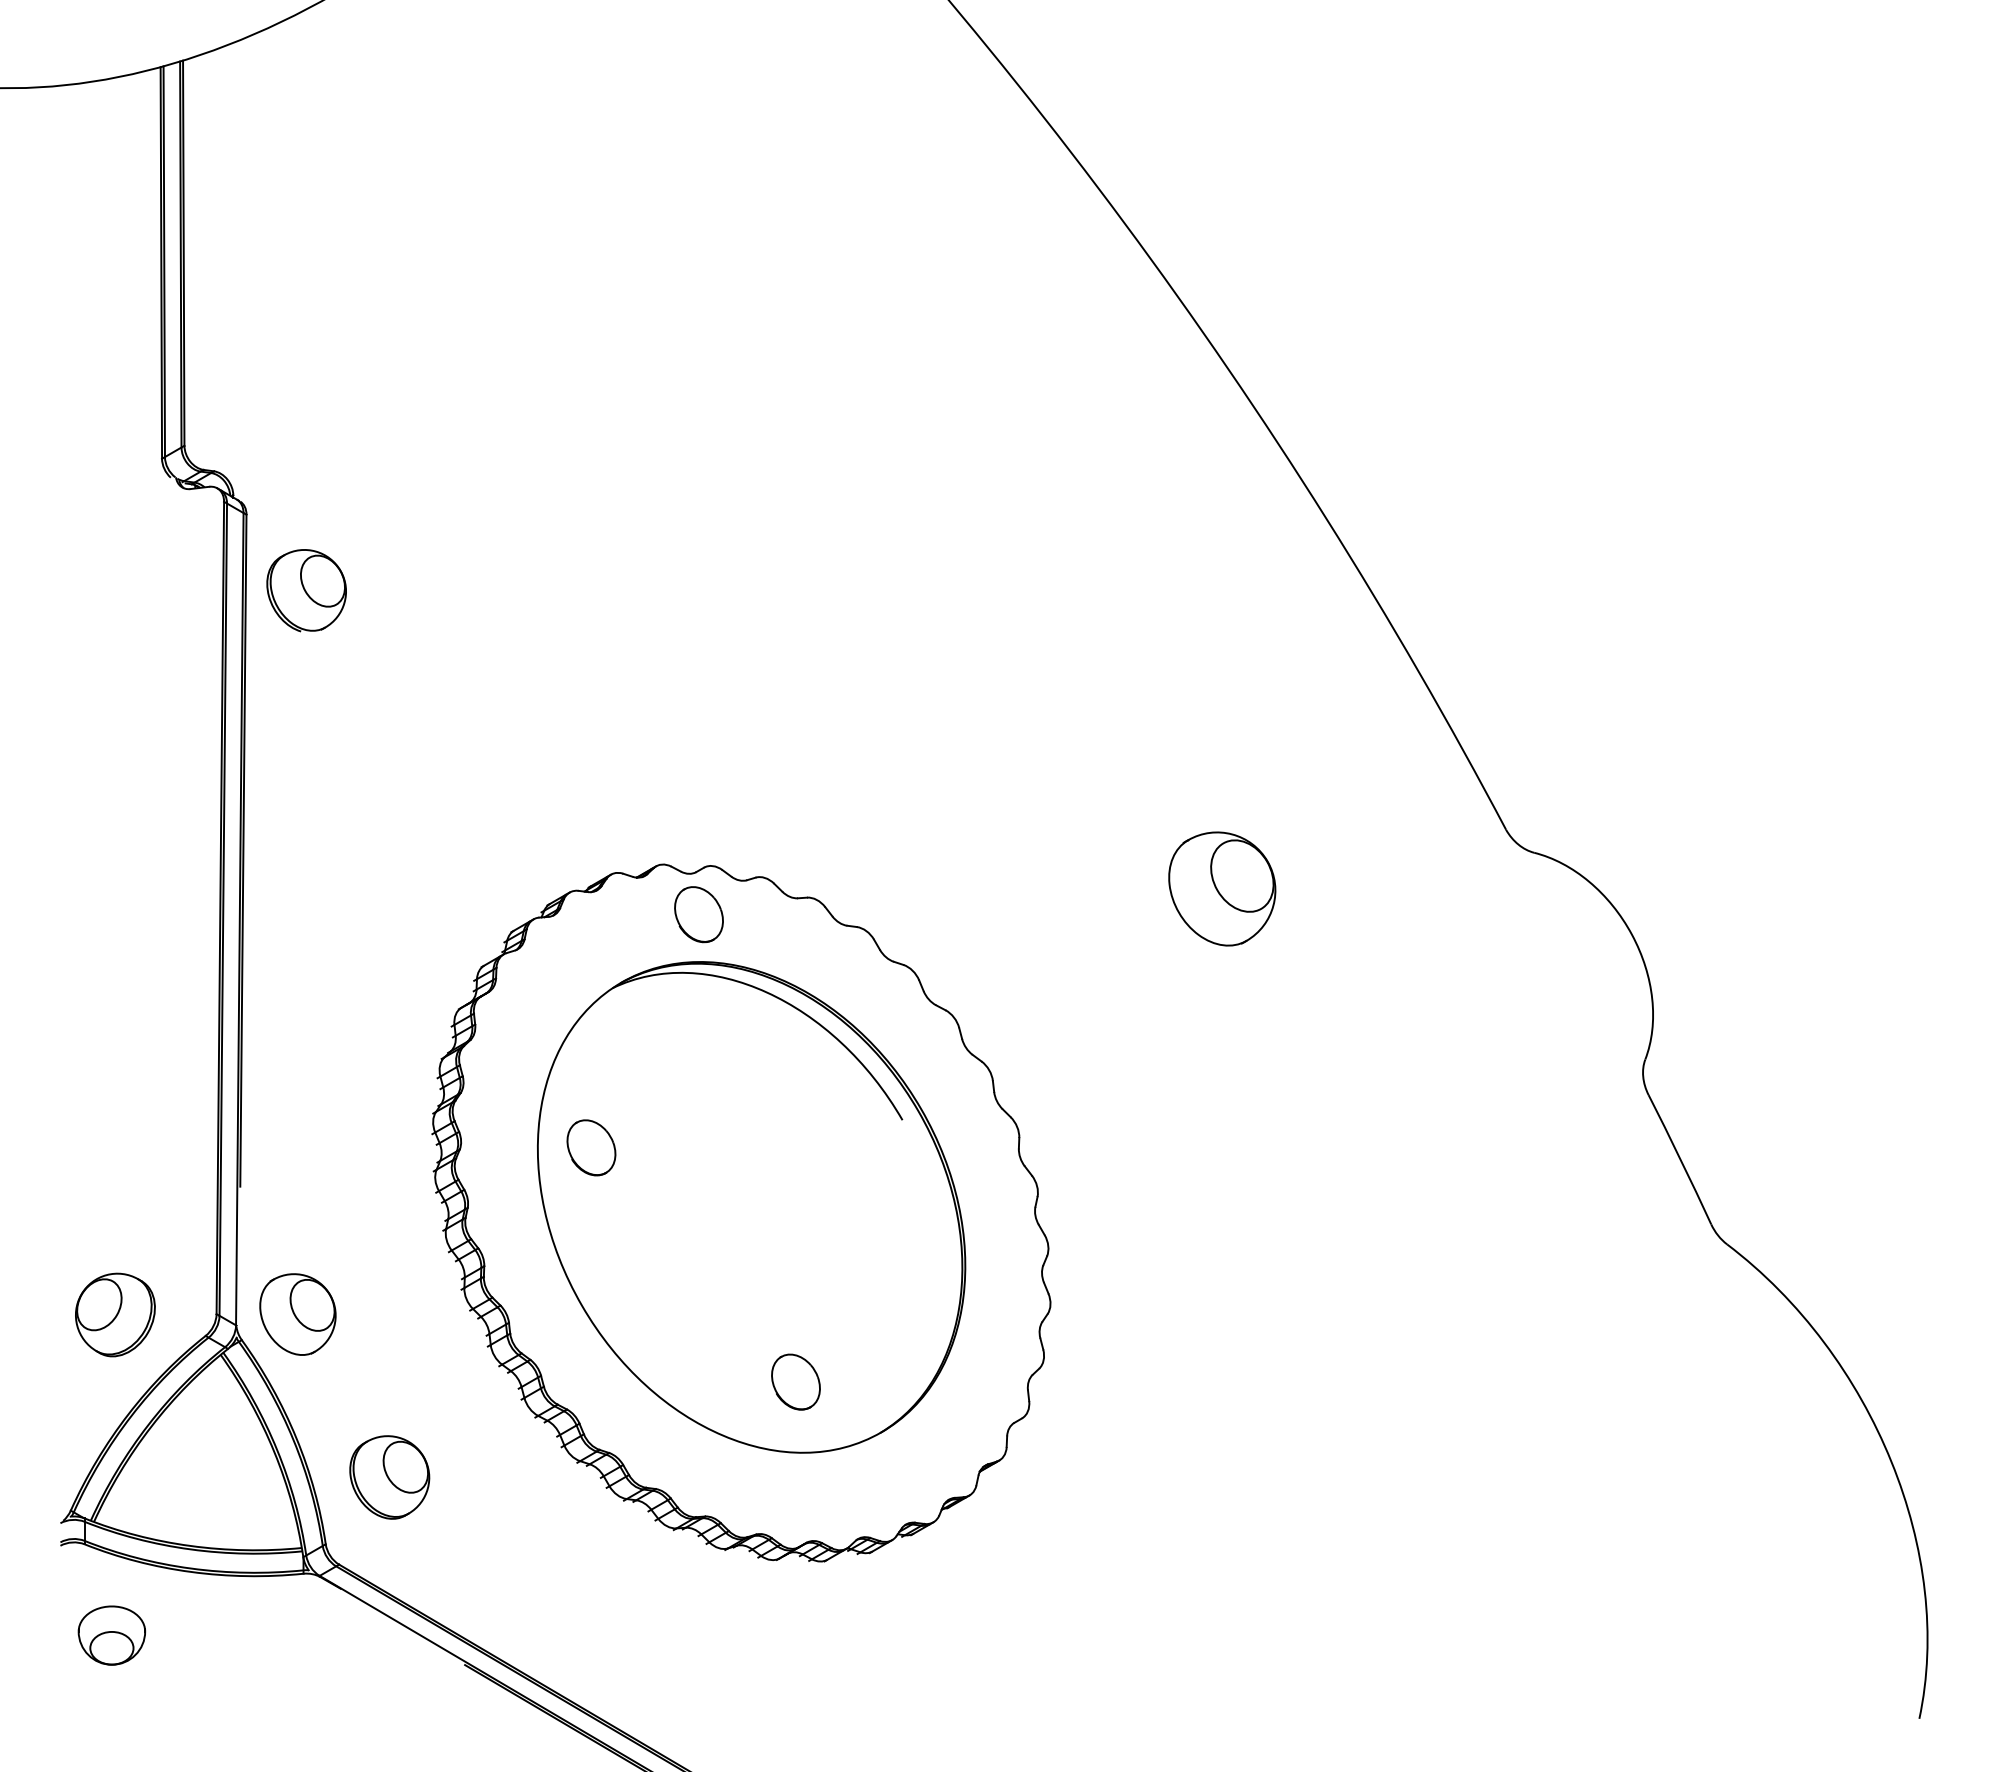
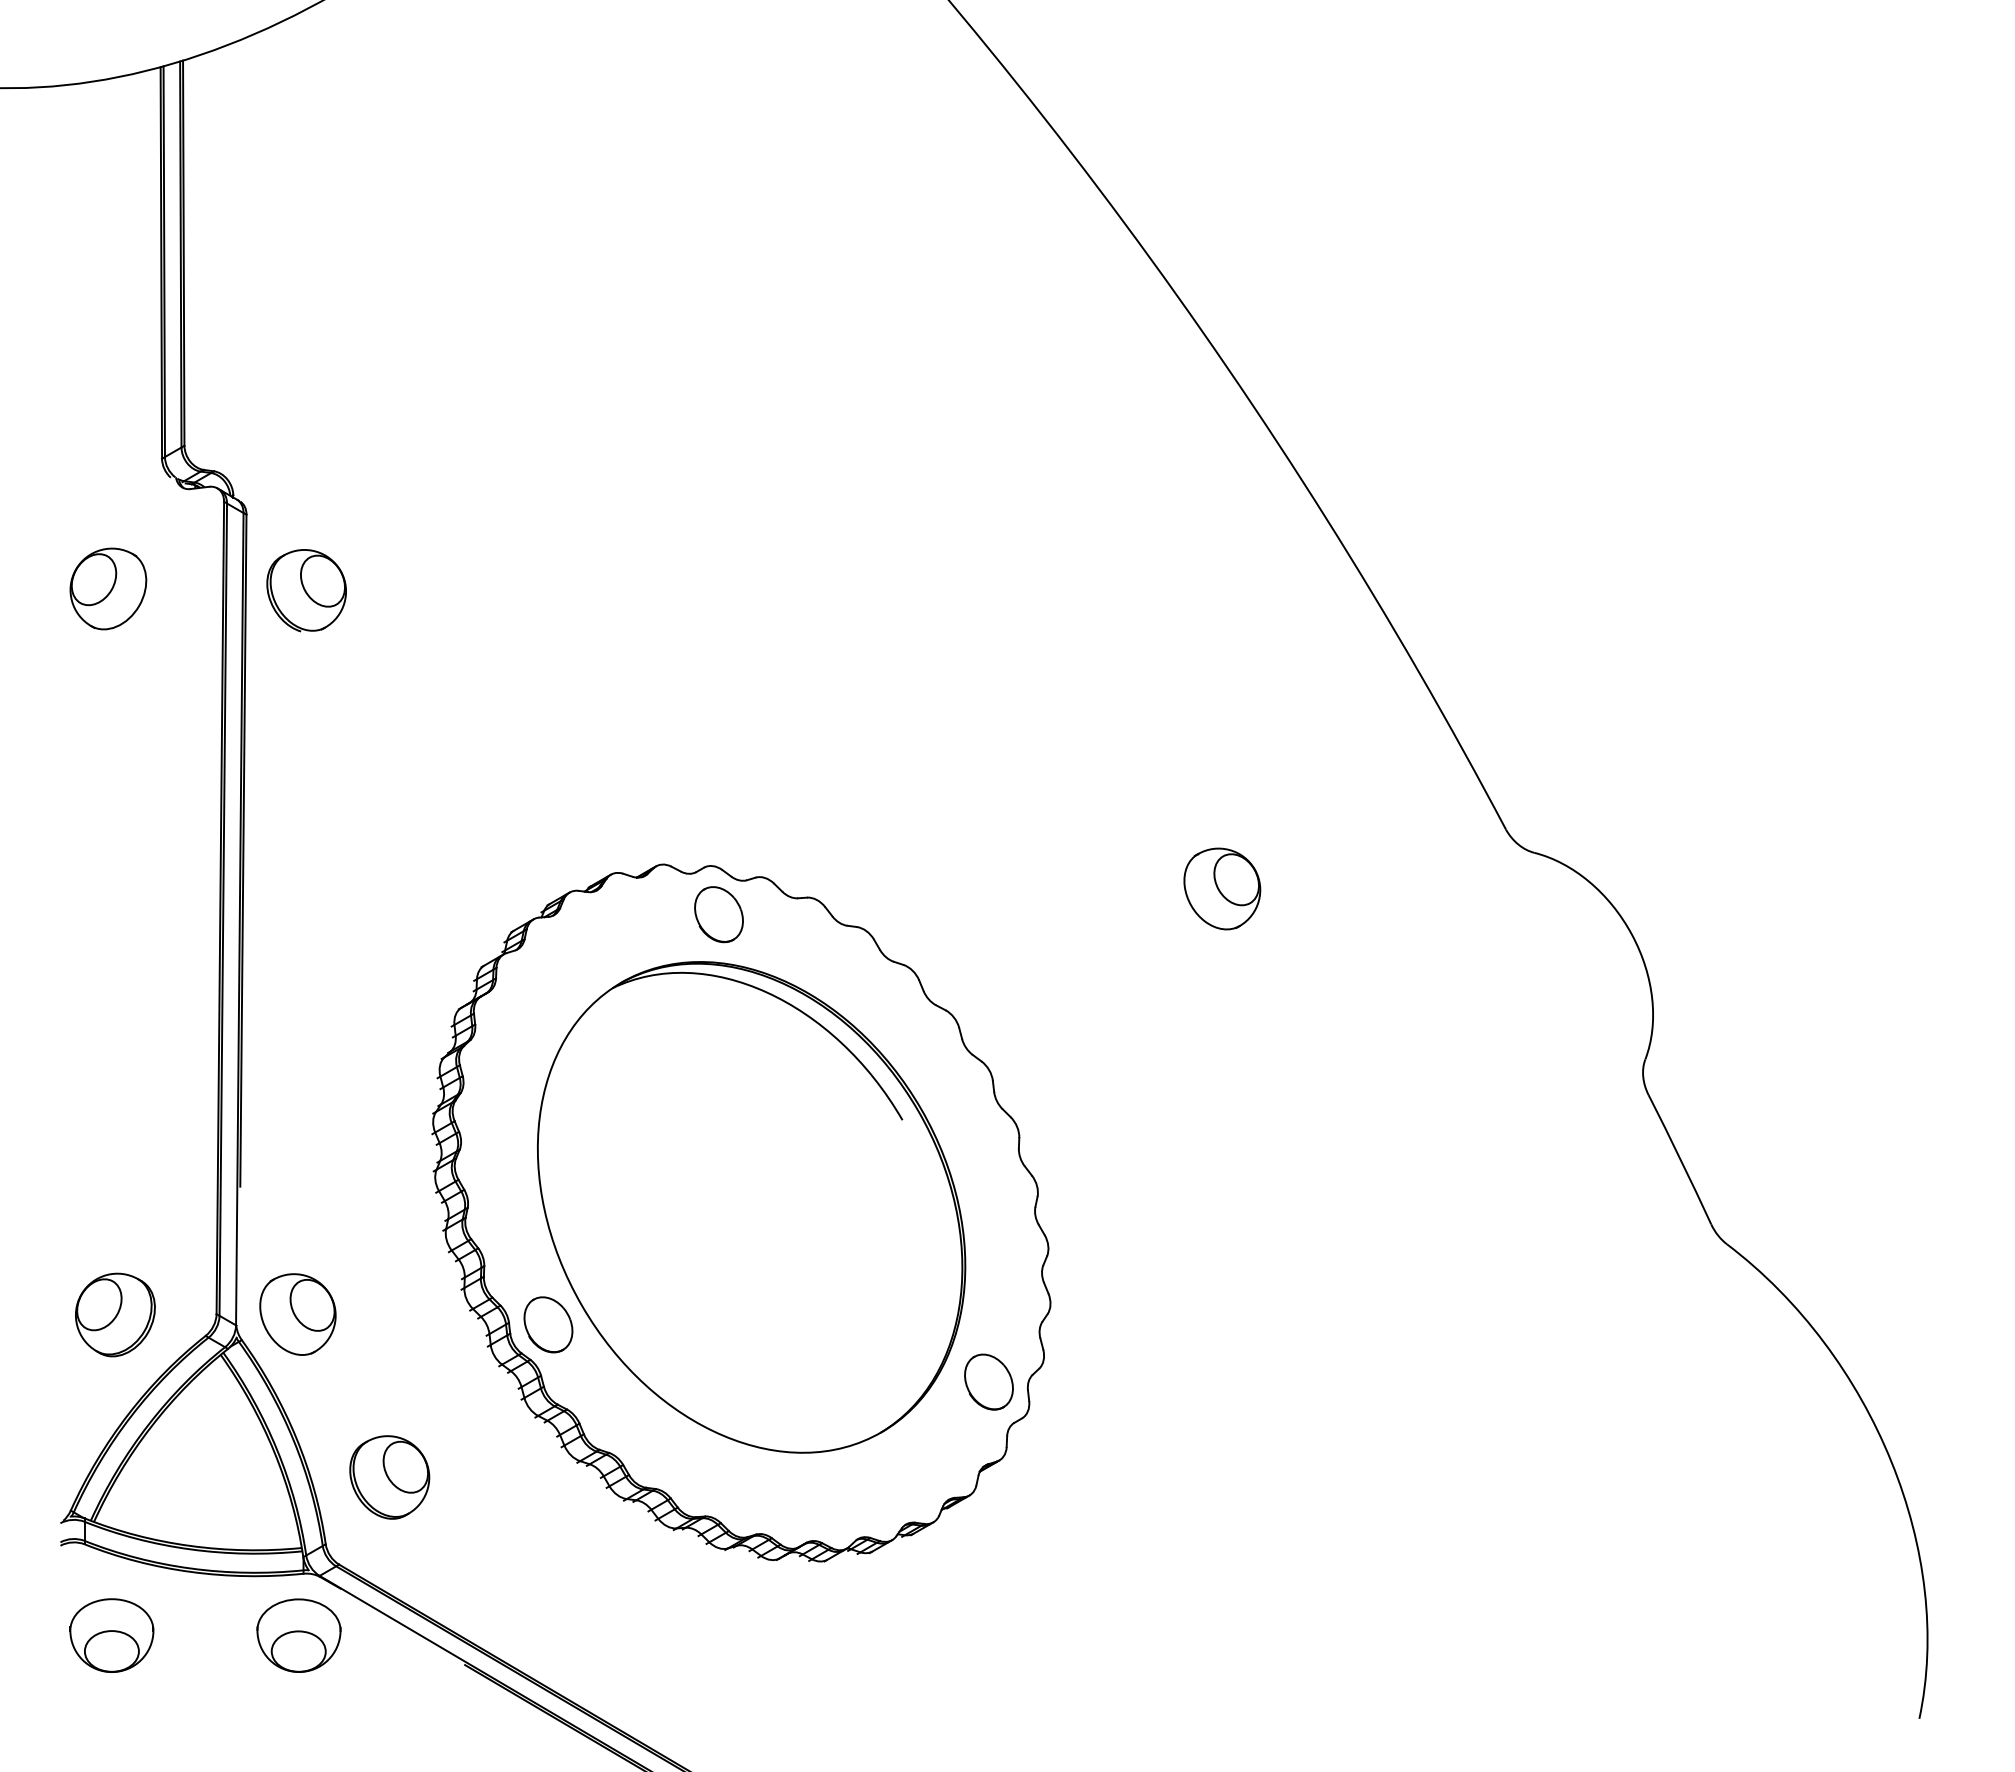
part at (108, 588): none -> present
part at (1222, 888) size: 109x116 px -> 79x84 px
part at (698, 914) position: (698, 914) -> (718, 914)
part at (591, 1147) position: (591, 1147) -> (548, 1324)
part at (795, 1381) position: (795, 1381) -> (988, 1381)
part at (111, 1635) size: 70x61 px -> 86x75 px
part at (298, 1635): none -> present
